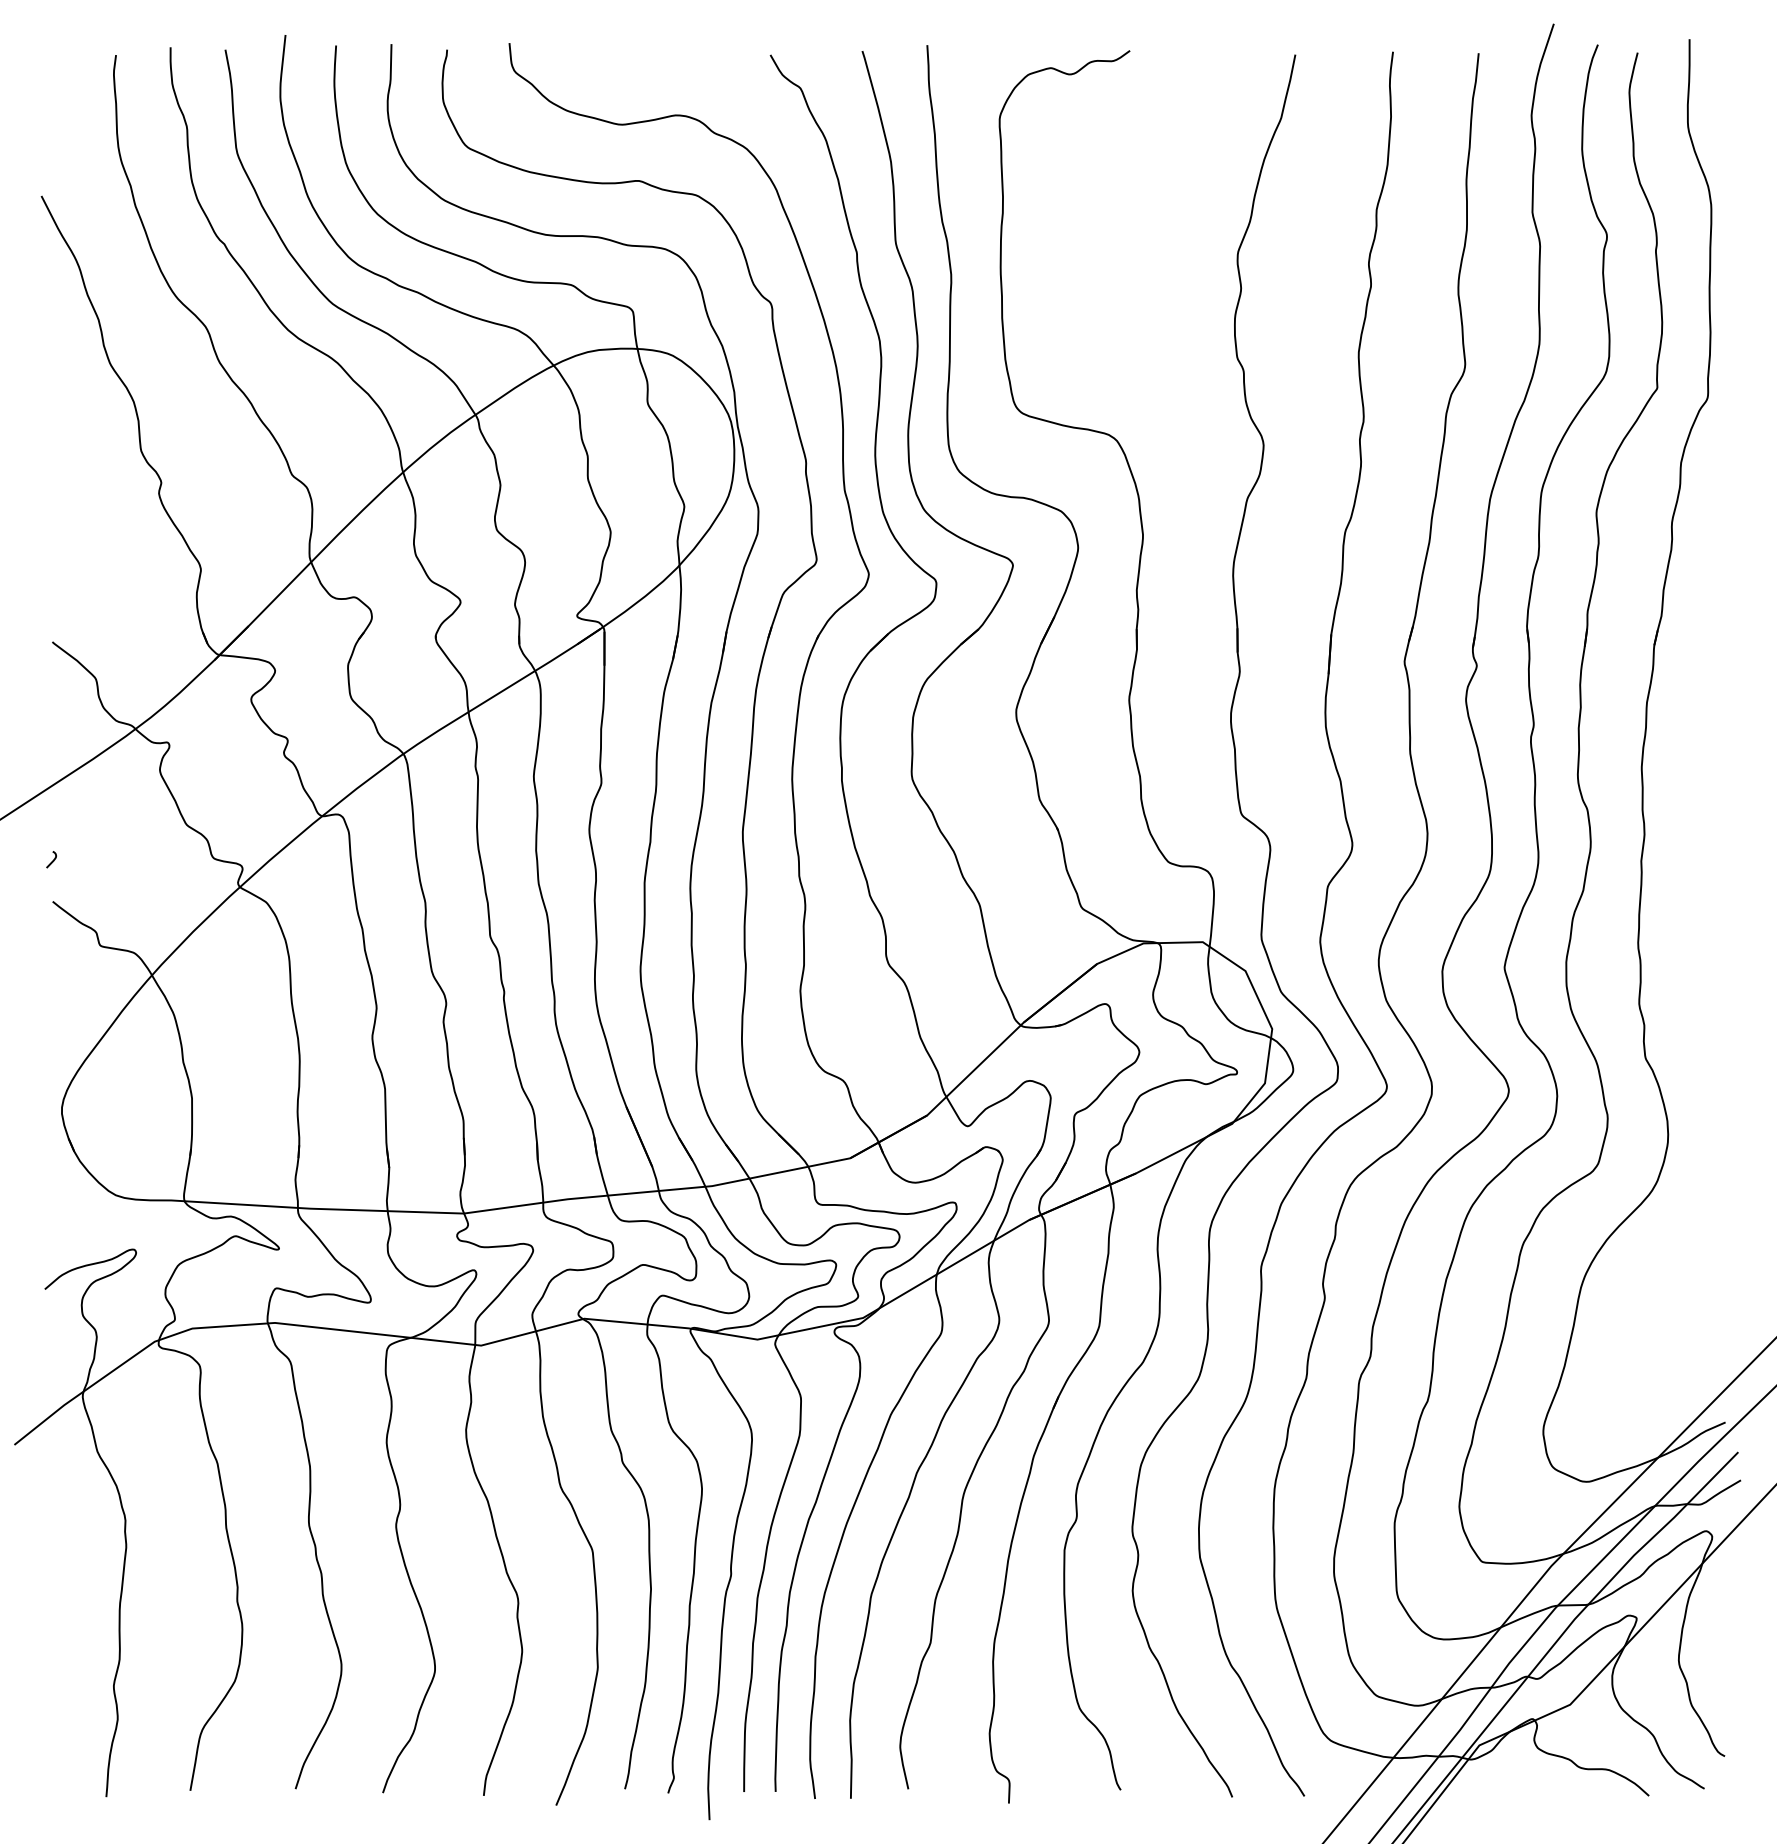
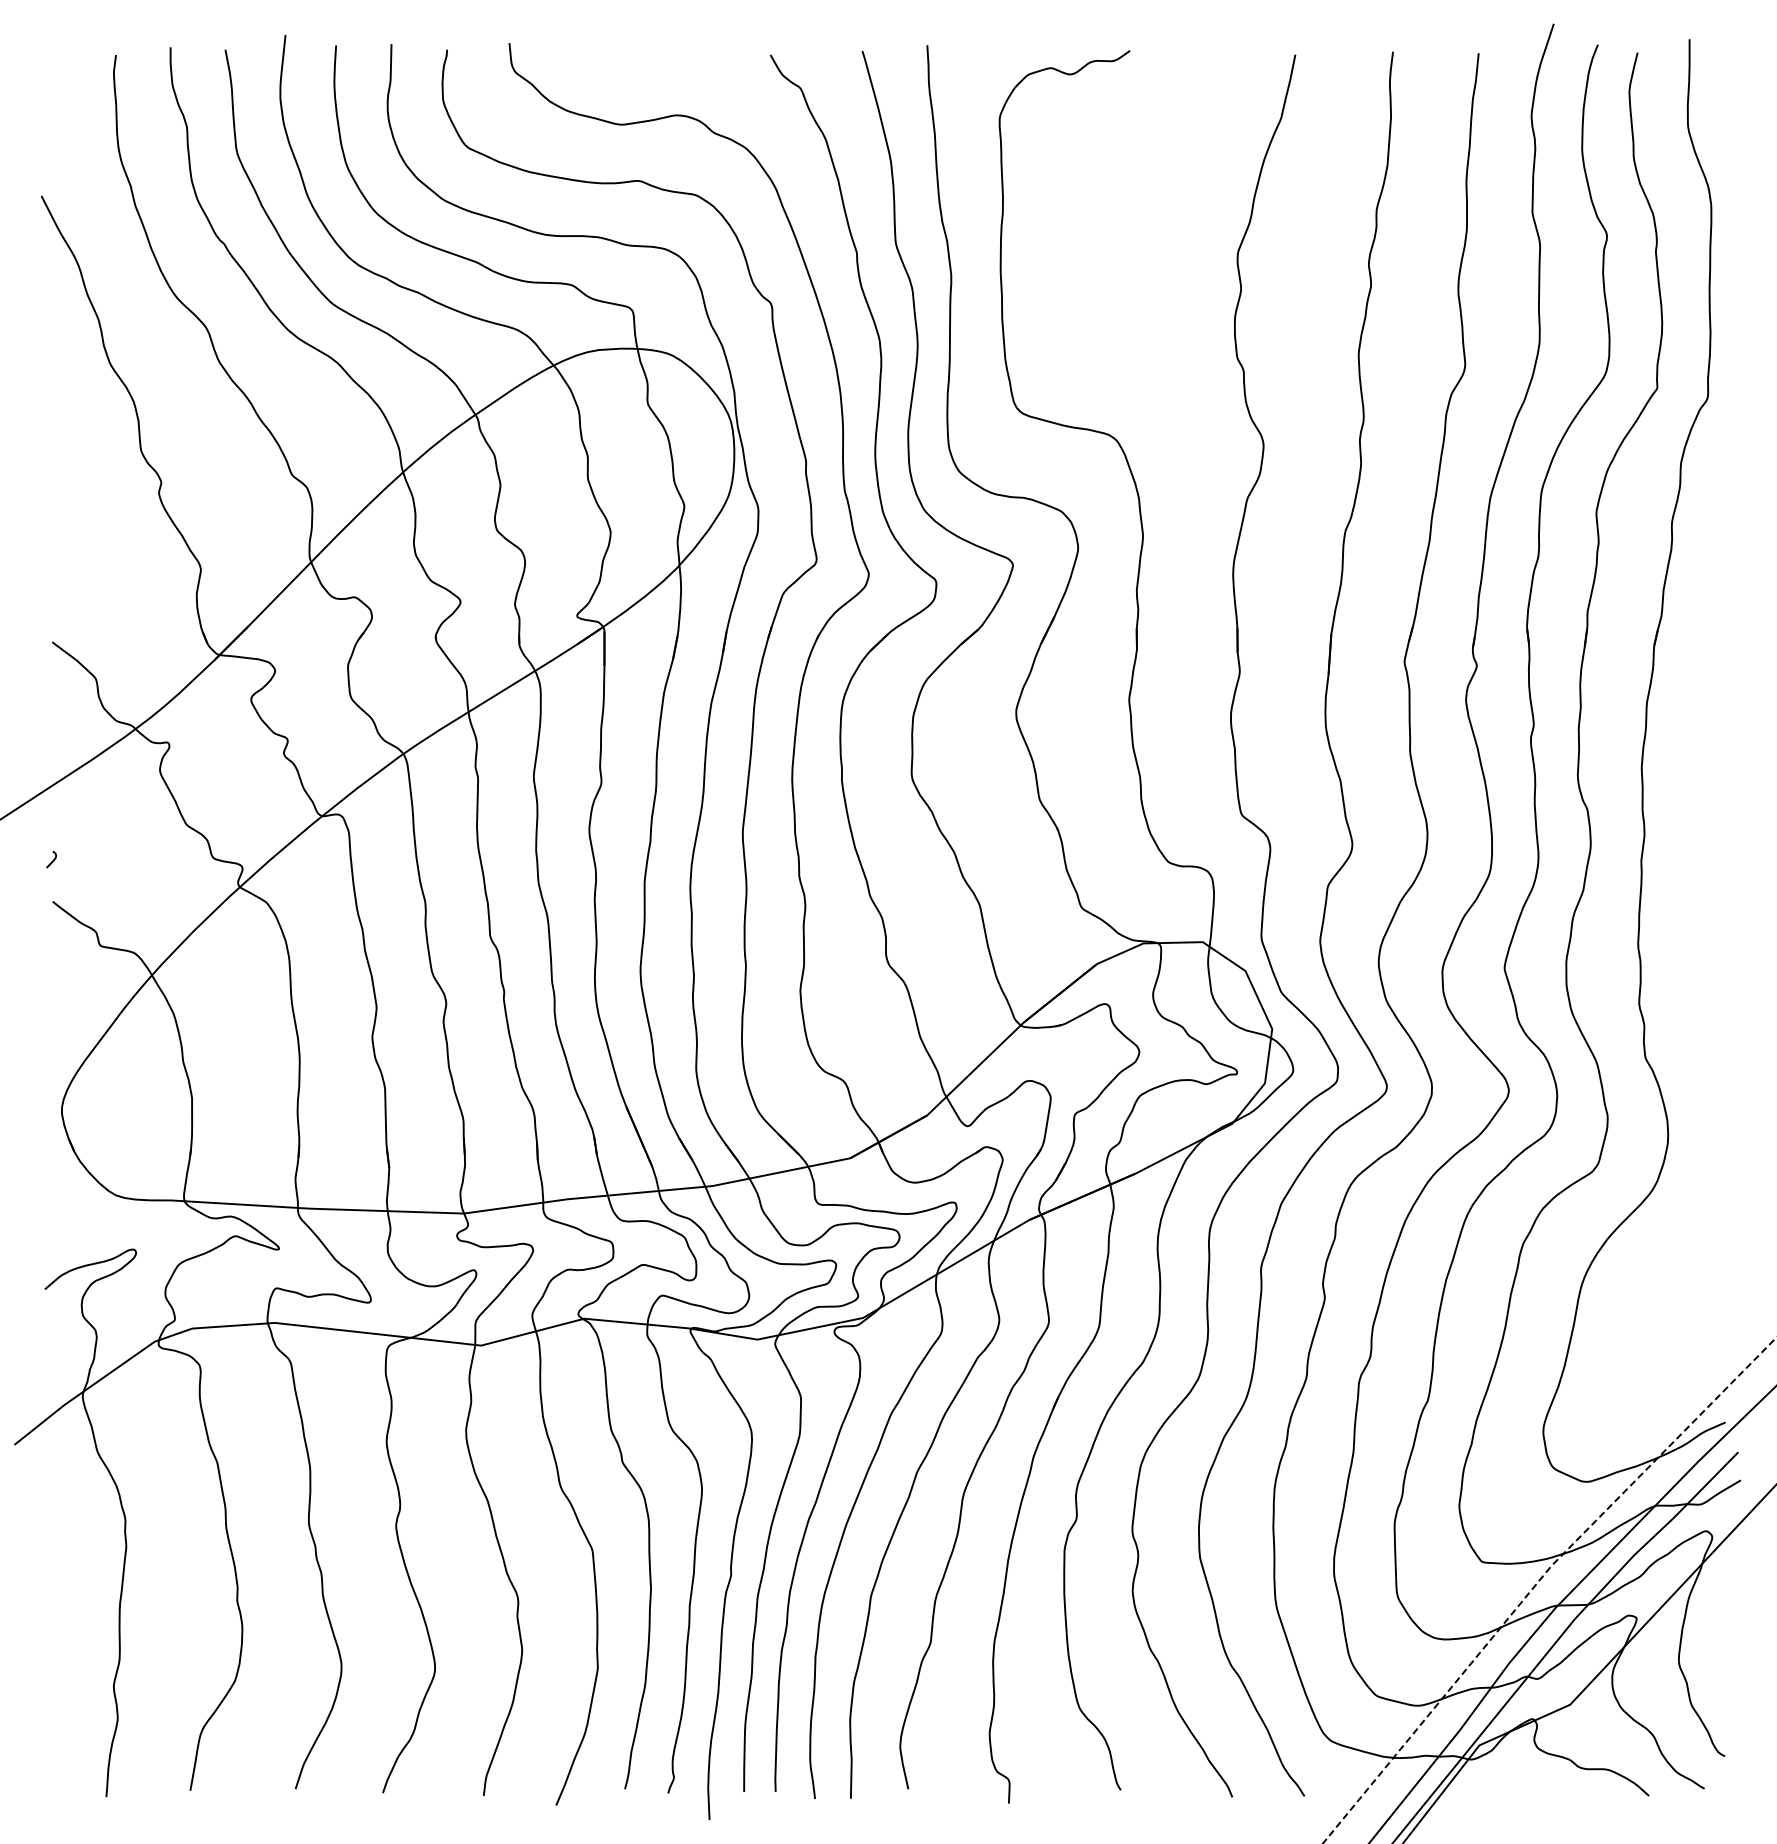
line at (1539, 1580): solid -> dashed
